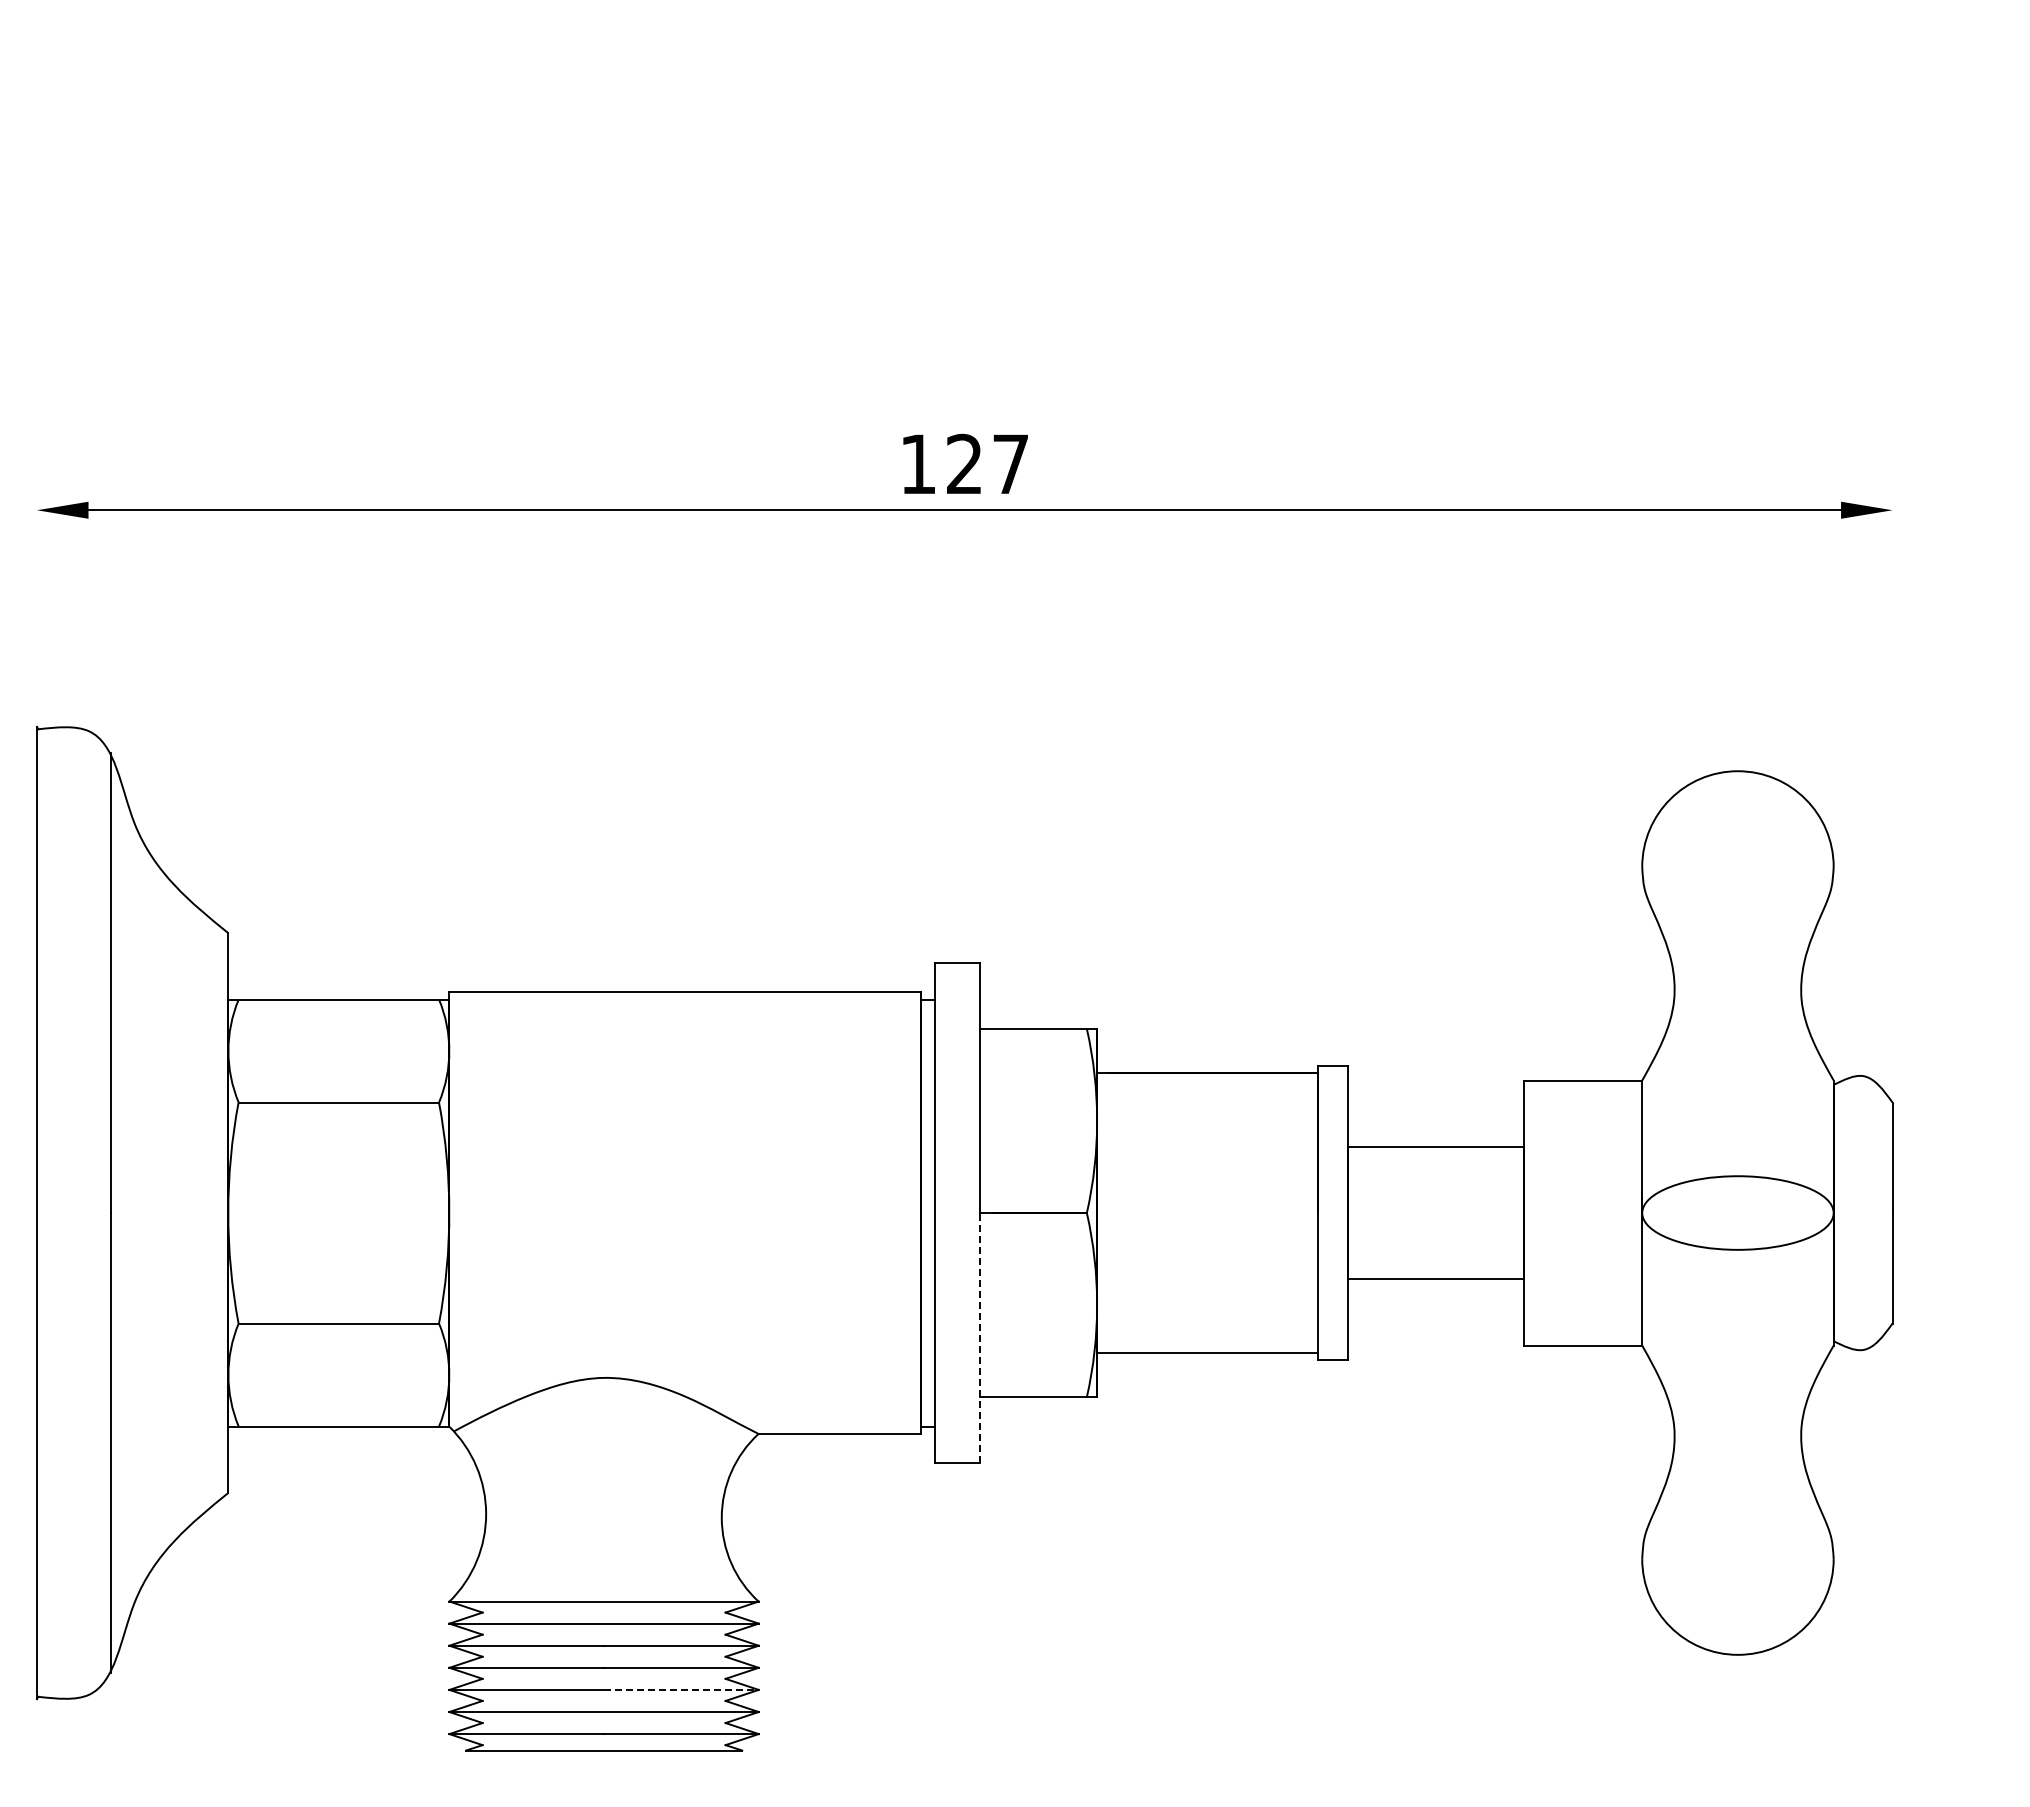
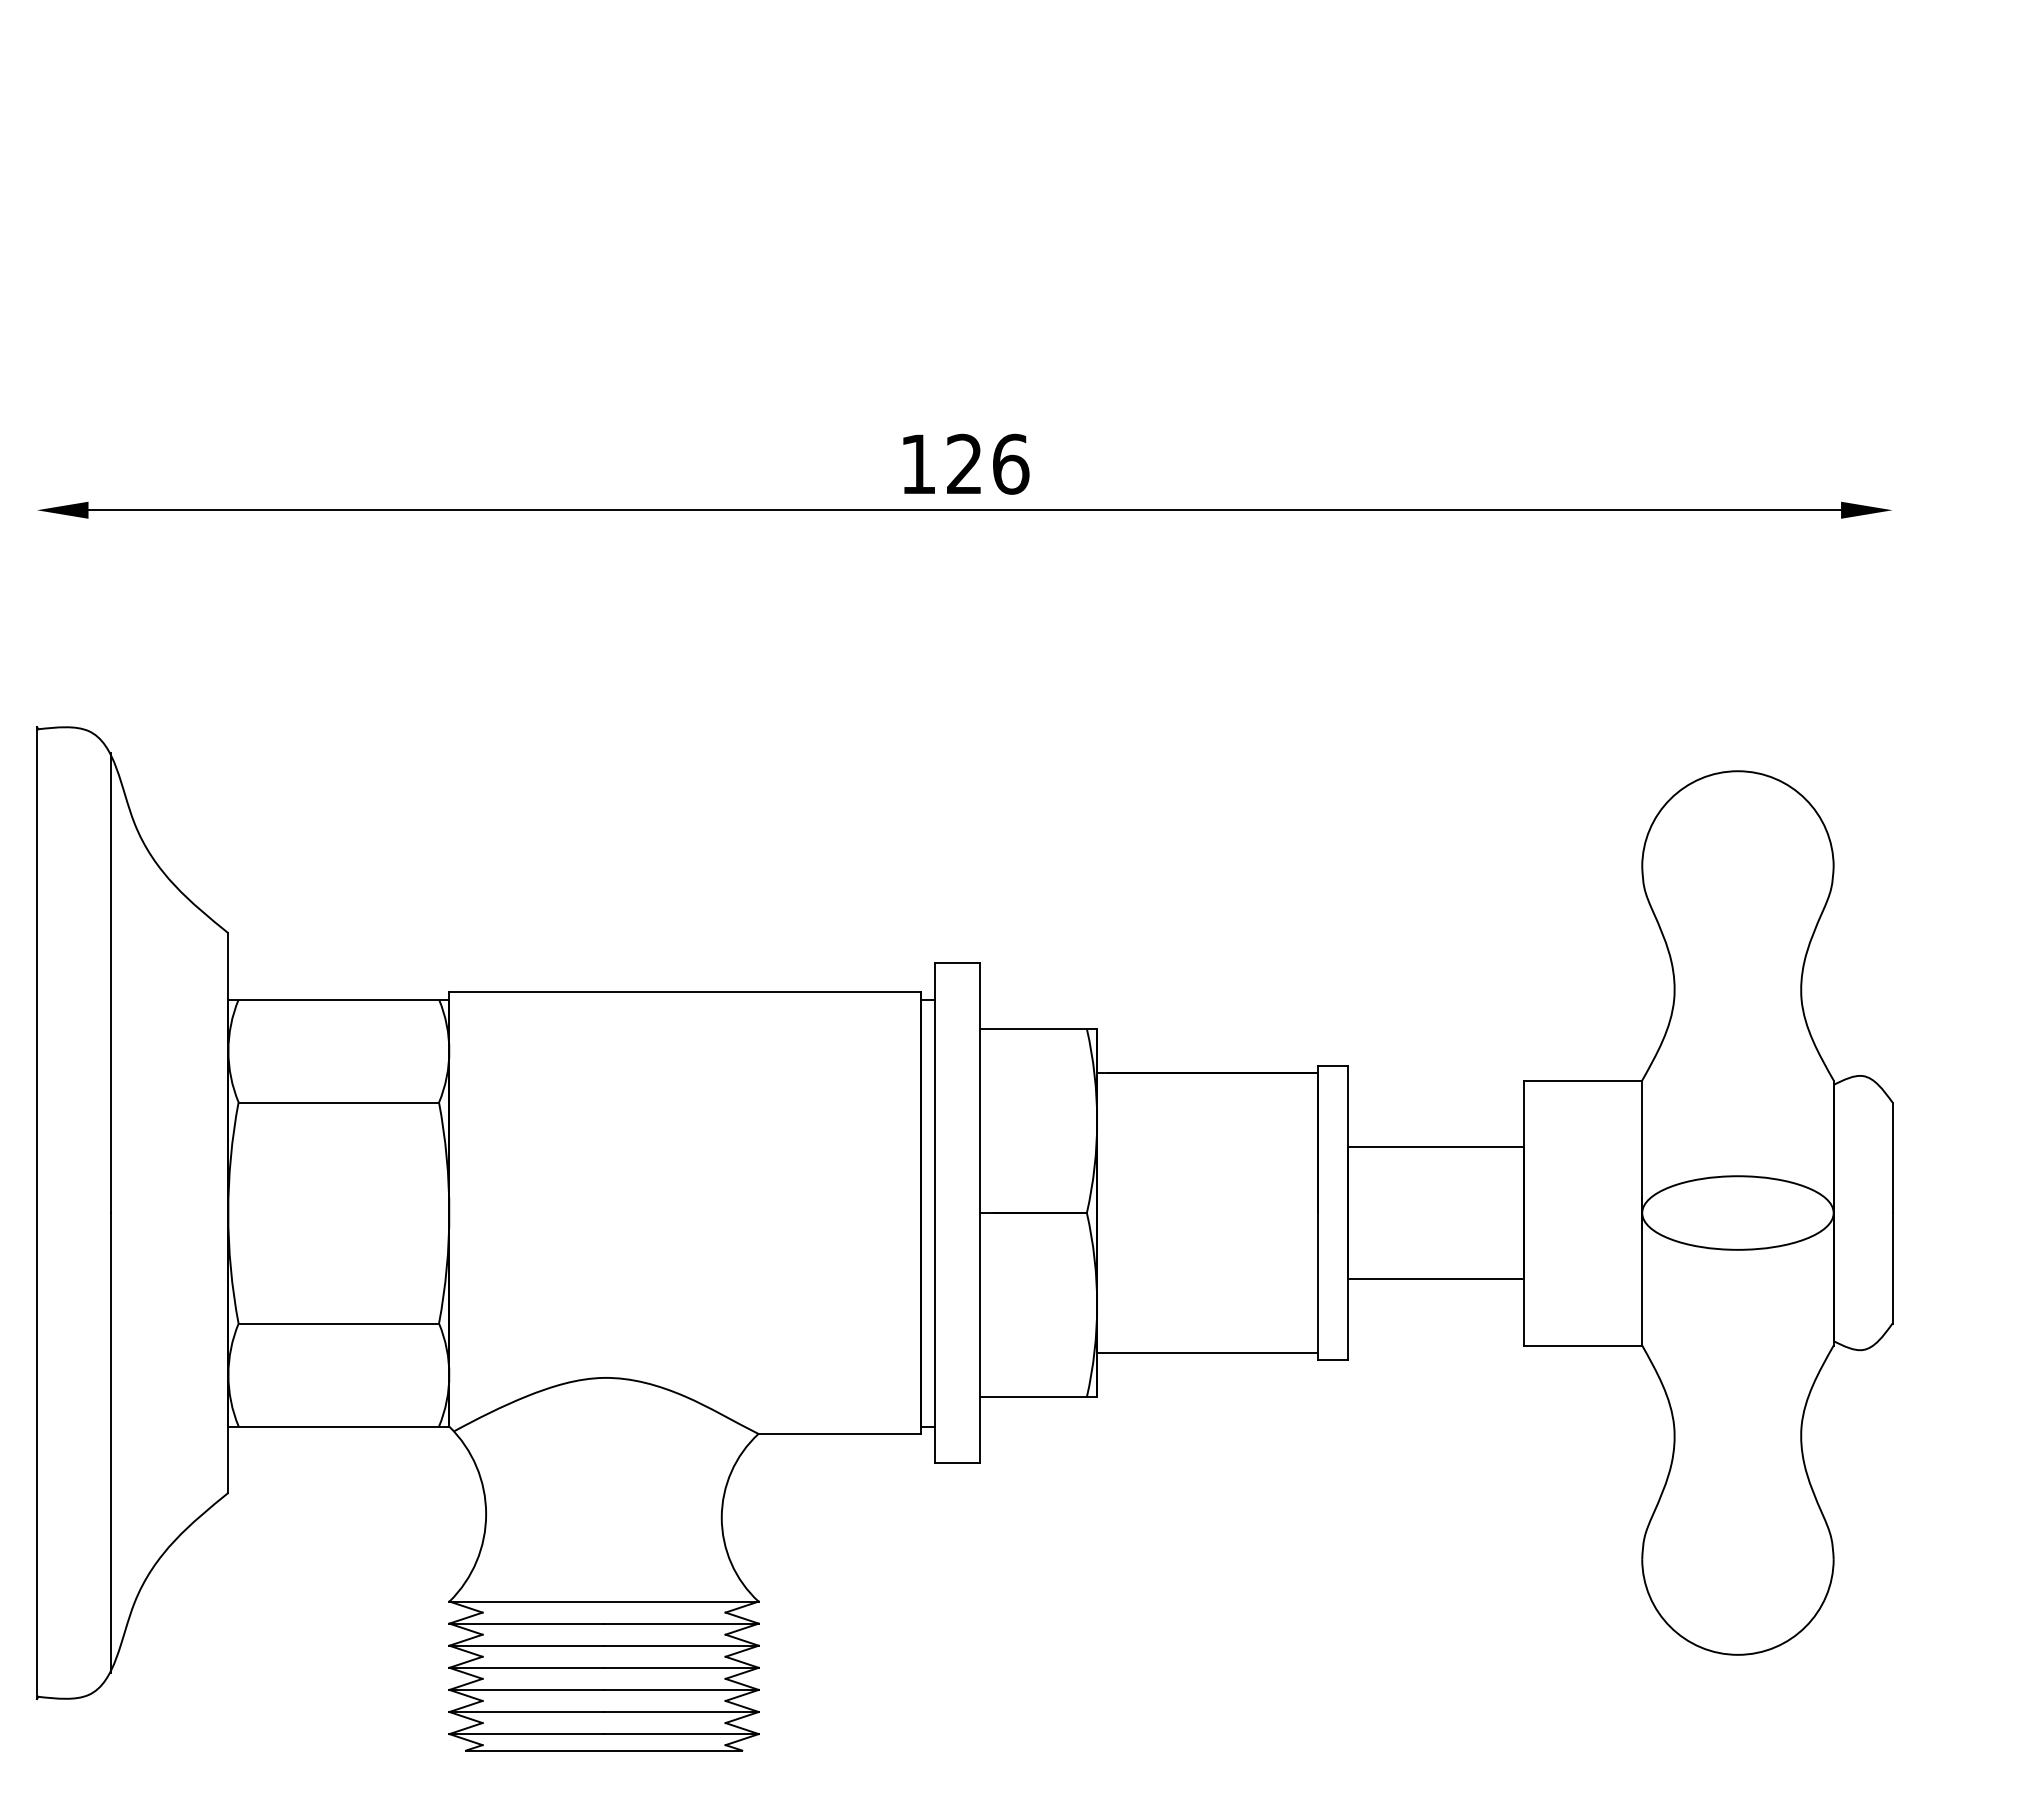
text at (1011, 463): 127 -> 126
line at (979, 1337): dashed -> solid
line at (681, 1689): dashed -> solid
